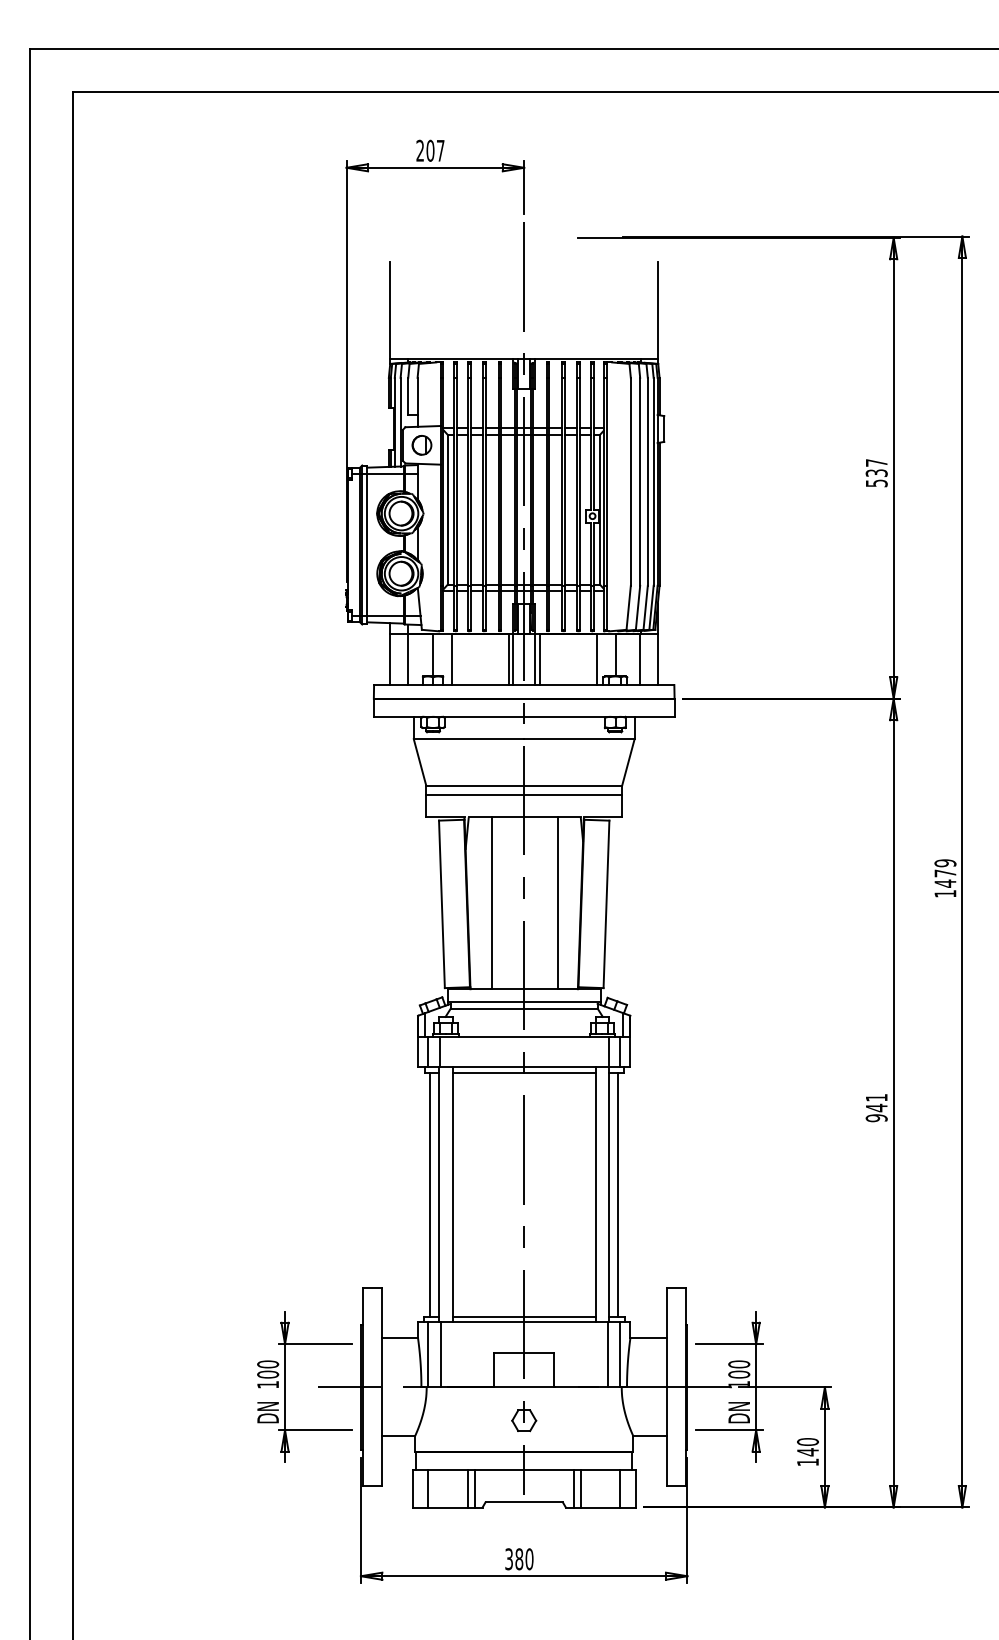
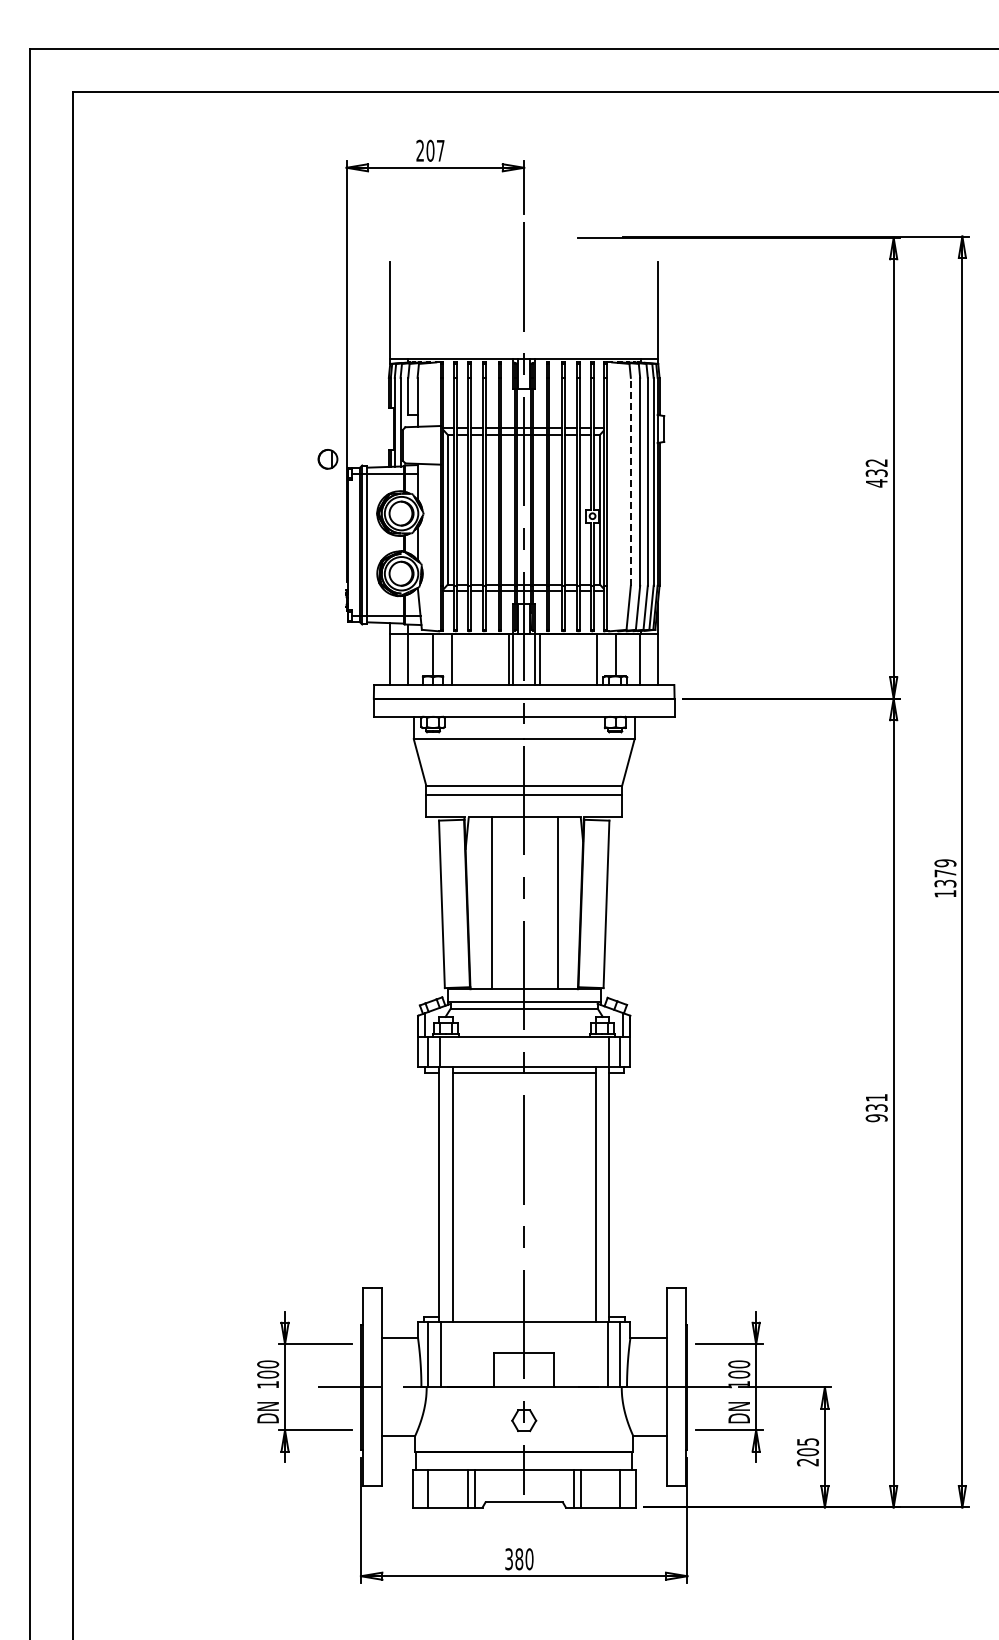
part at (421, 445) position: (421, 445) -> (327, 459)
text at (876, 473): 537 -> 432
line at (630, 481): solid -> dashed
text at (945, 883): 1479 -> 1379
text at (876, 1107): 941 -> 931
line at (430, 1194): present -> none
line at (618, 1194): present -> none
line at (523, 1316): present -> none
text at (807, 1452): 140 -> 205
